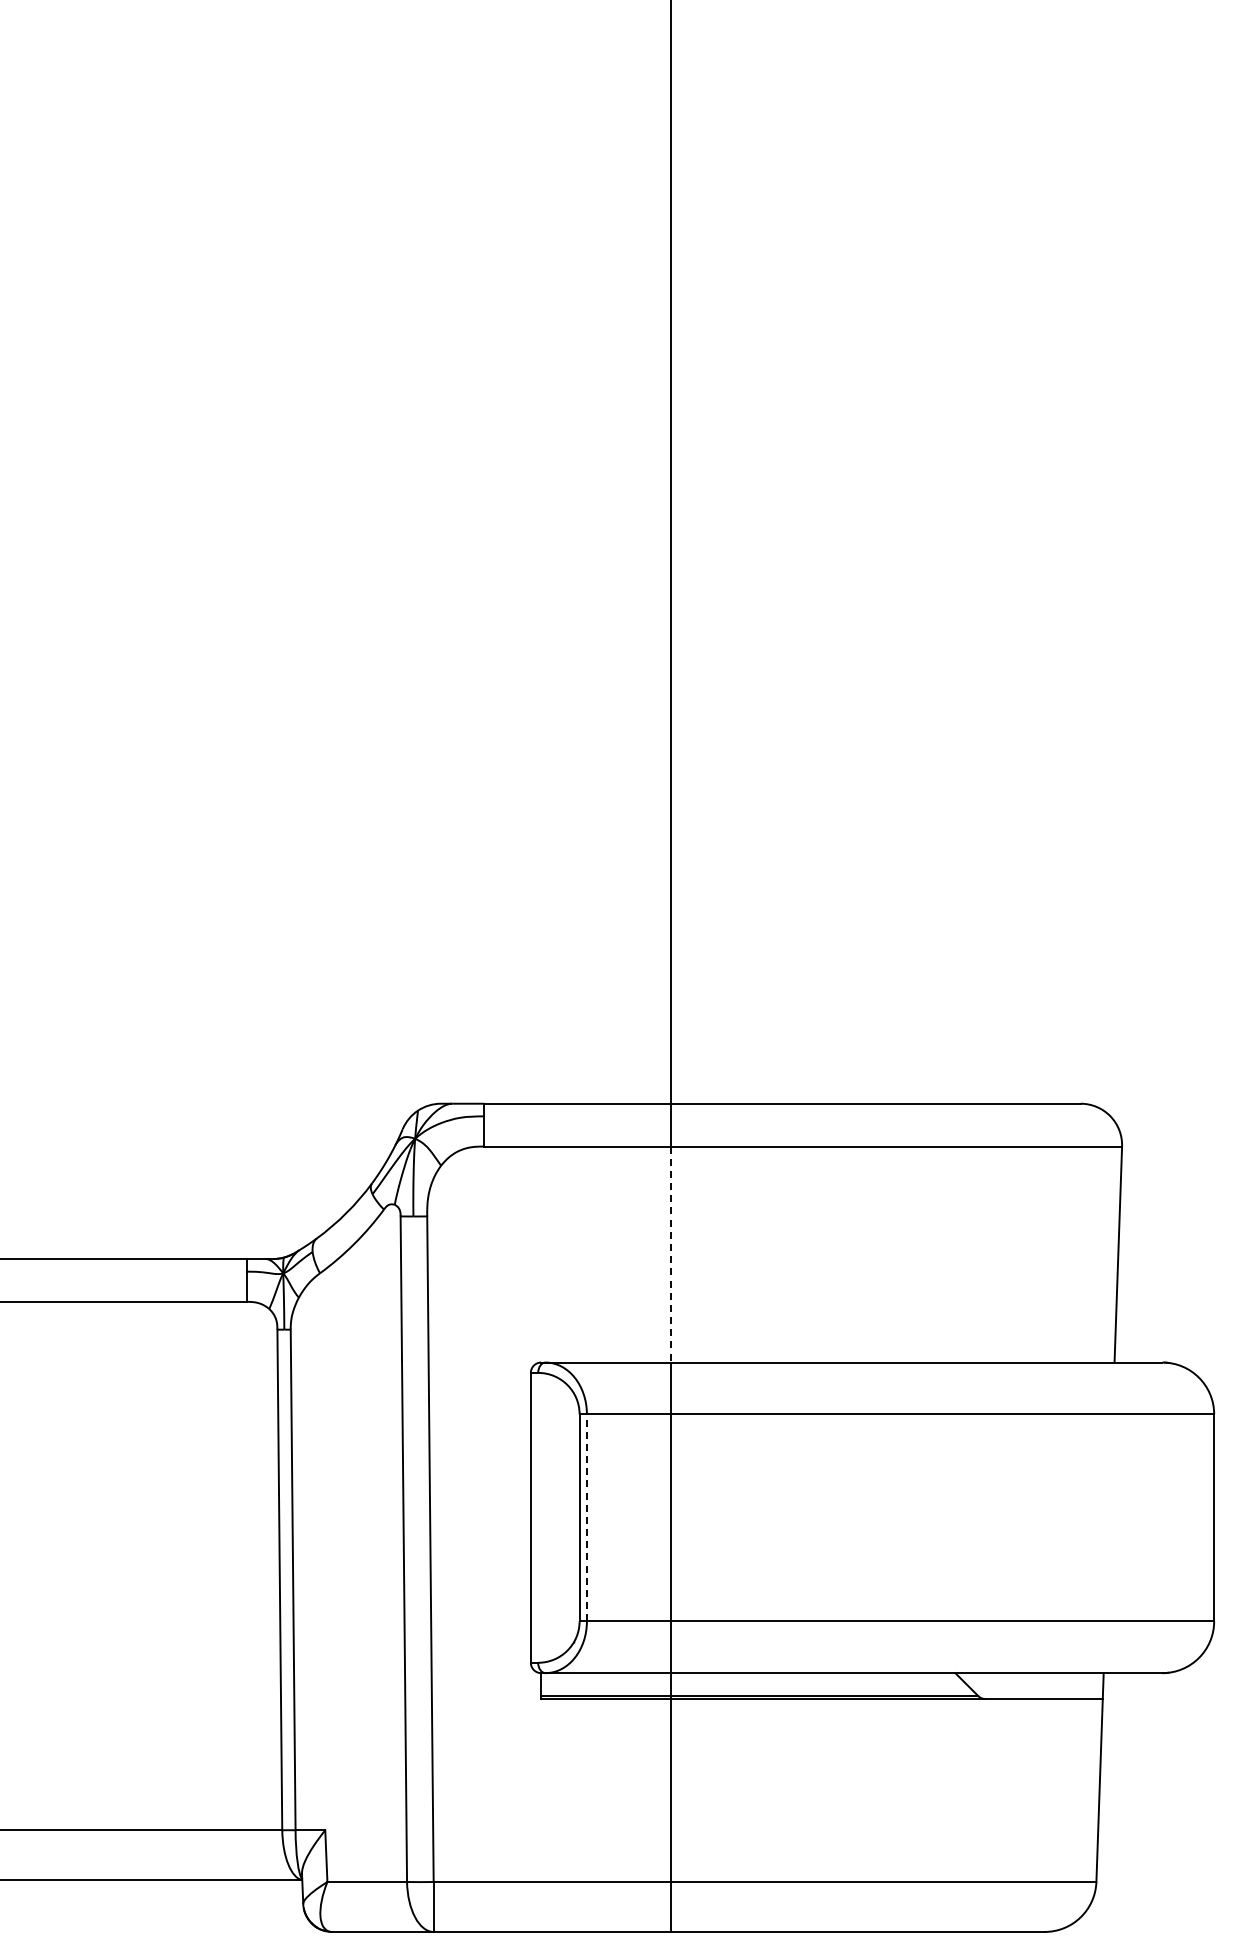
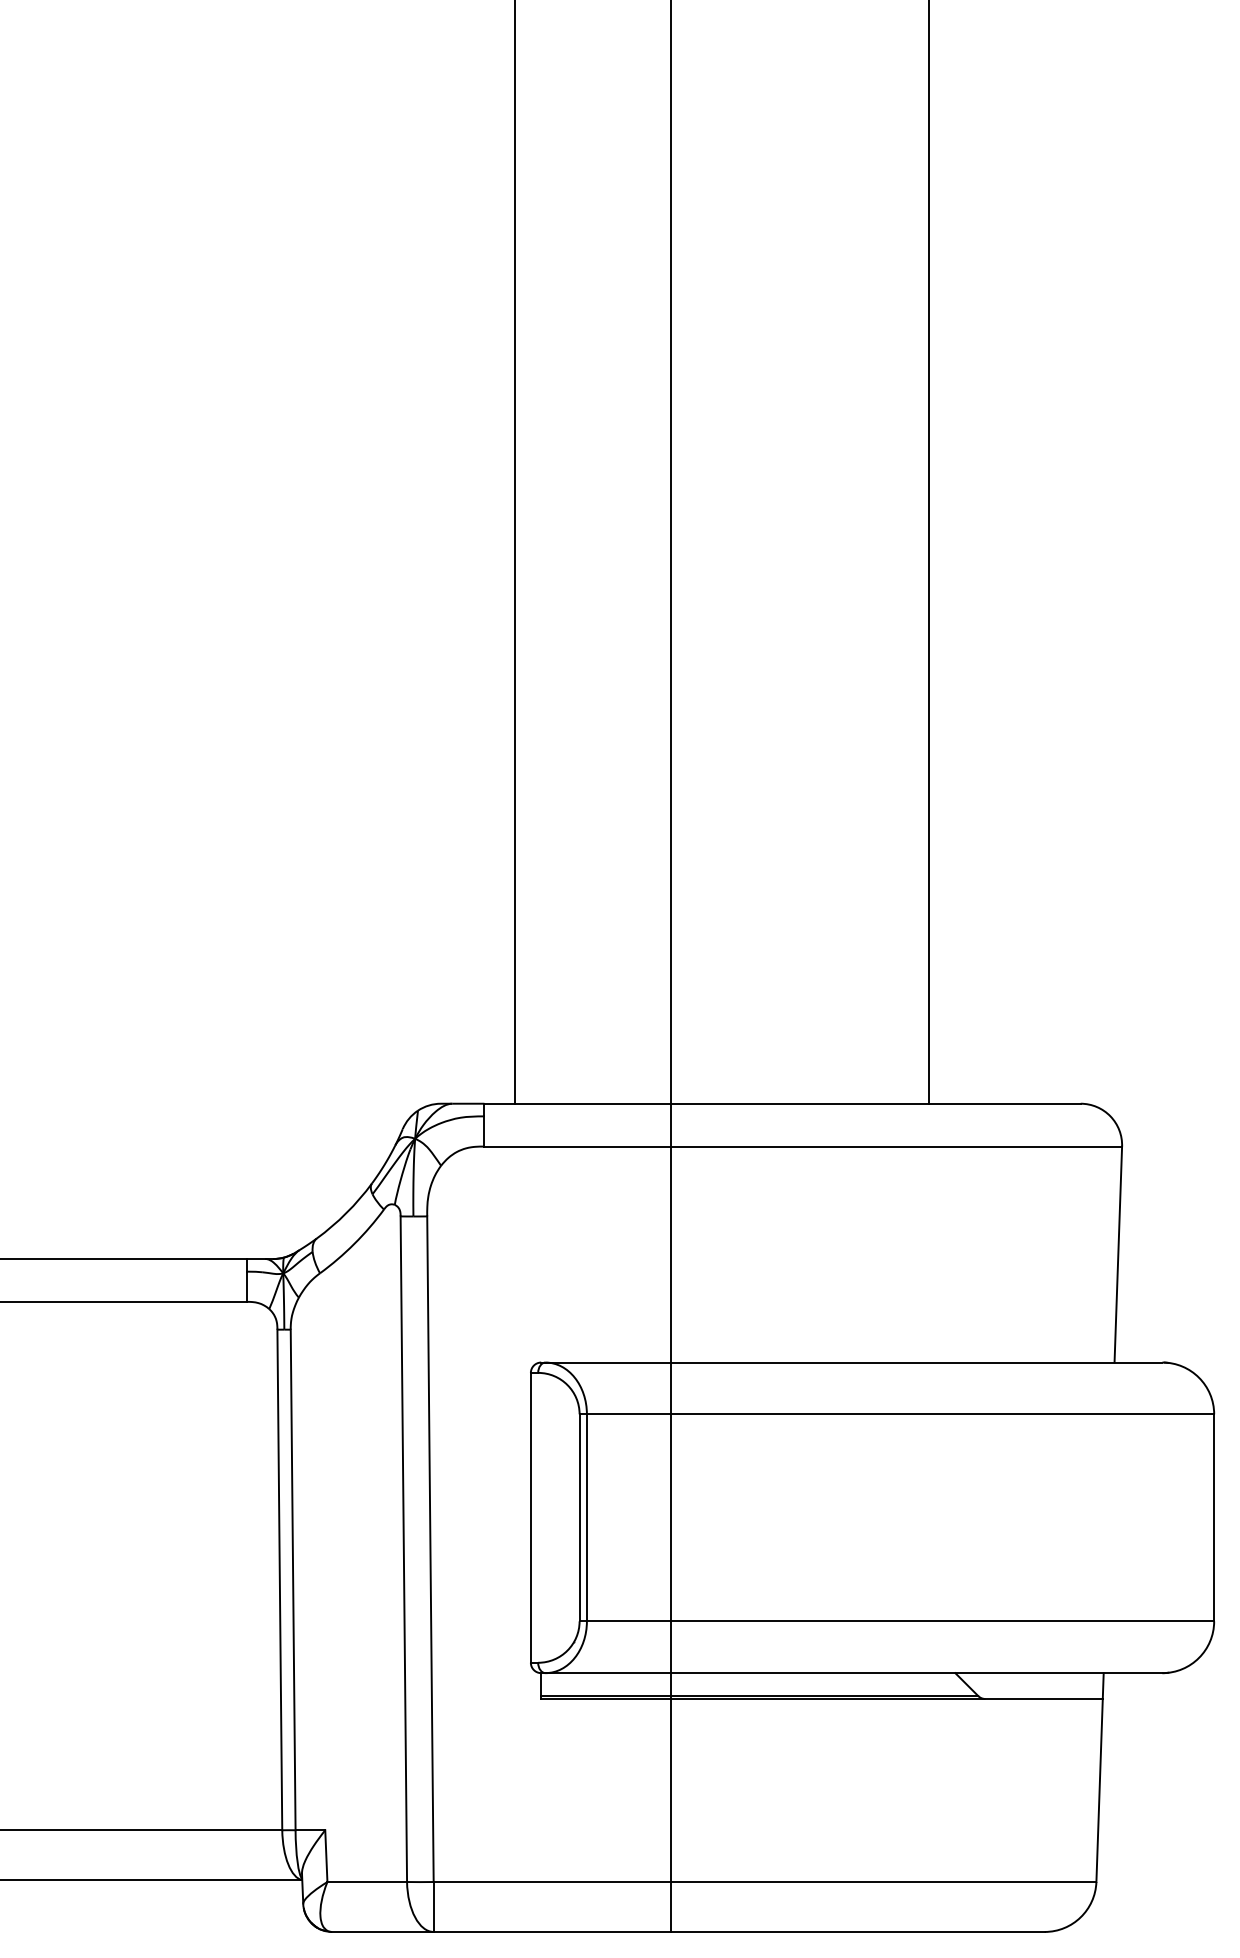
line at (515, 552): none -> present
line at (929, 552): none -> present
line at (670, 1254): dashed -> solid
line at (586, 1517): dashed -> solid
